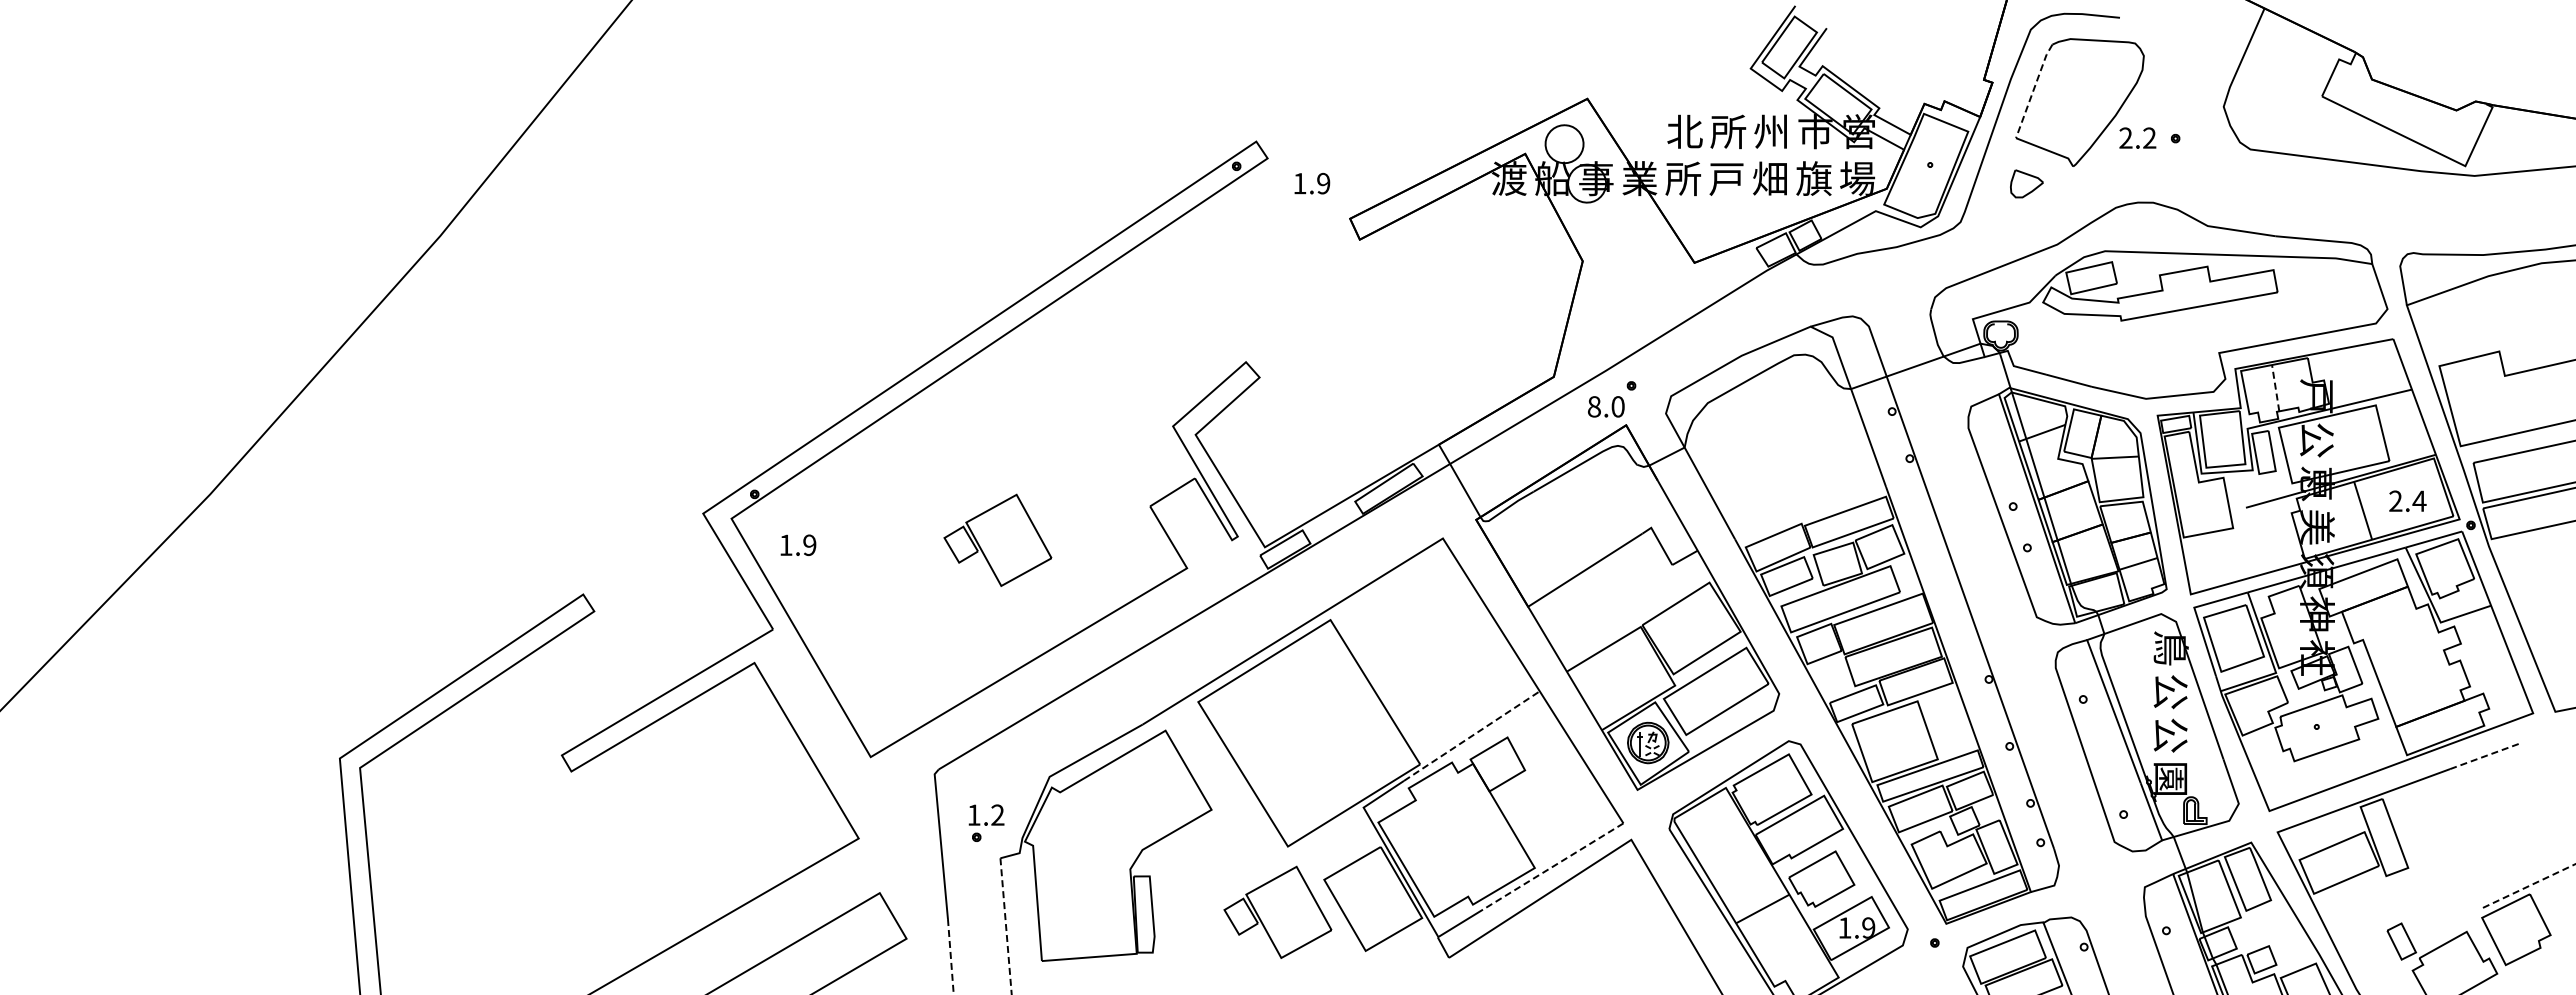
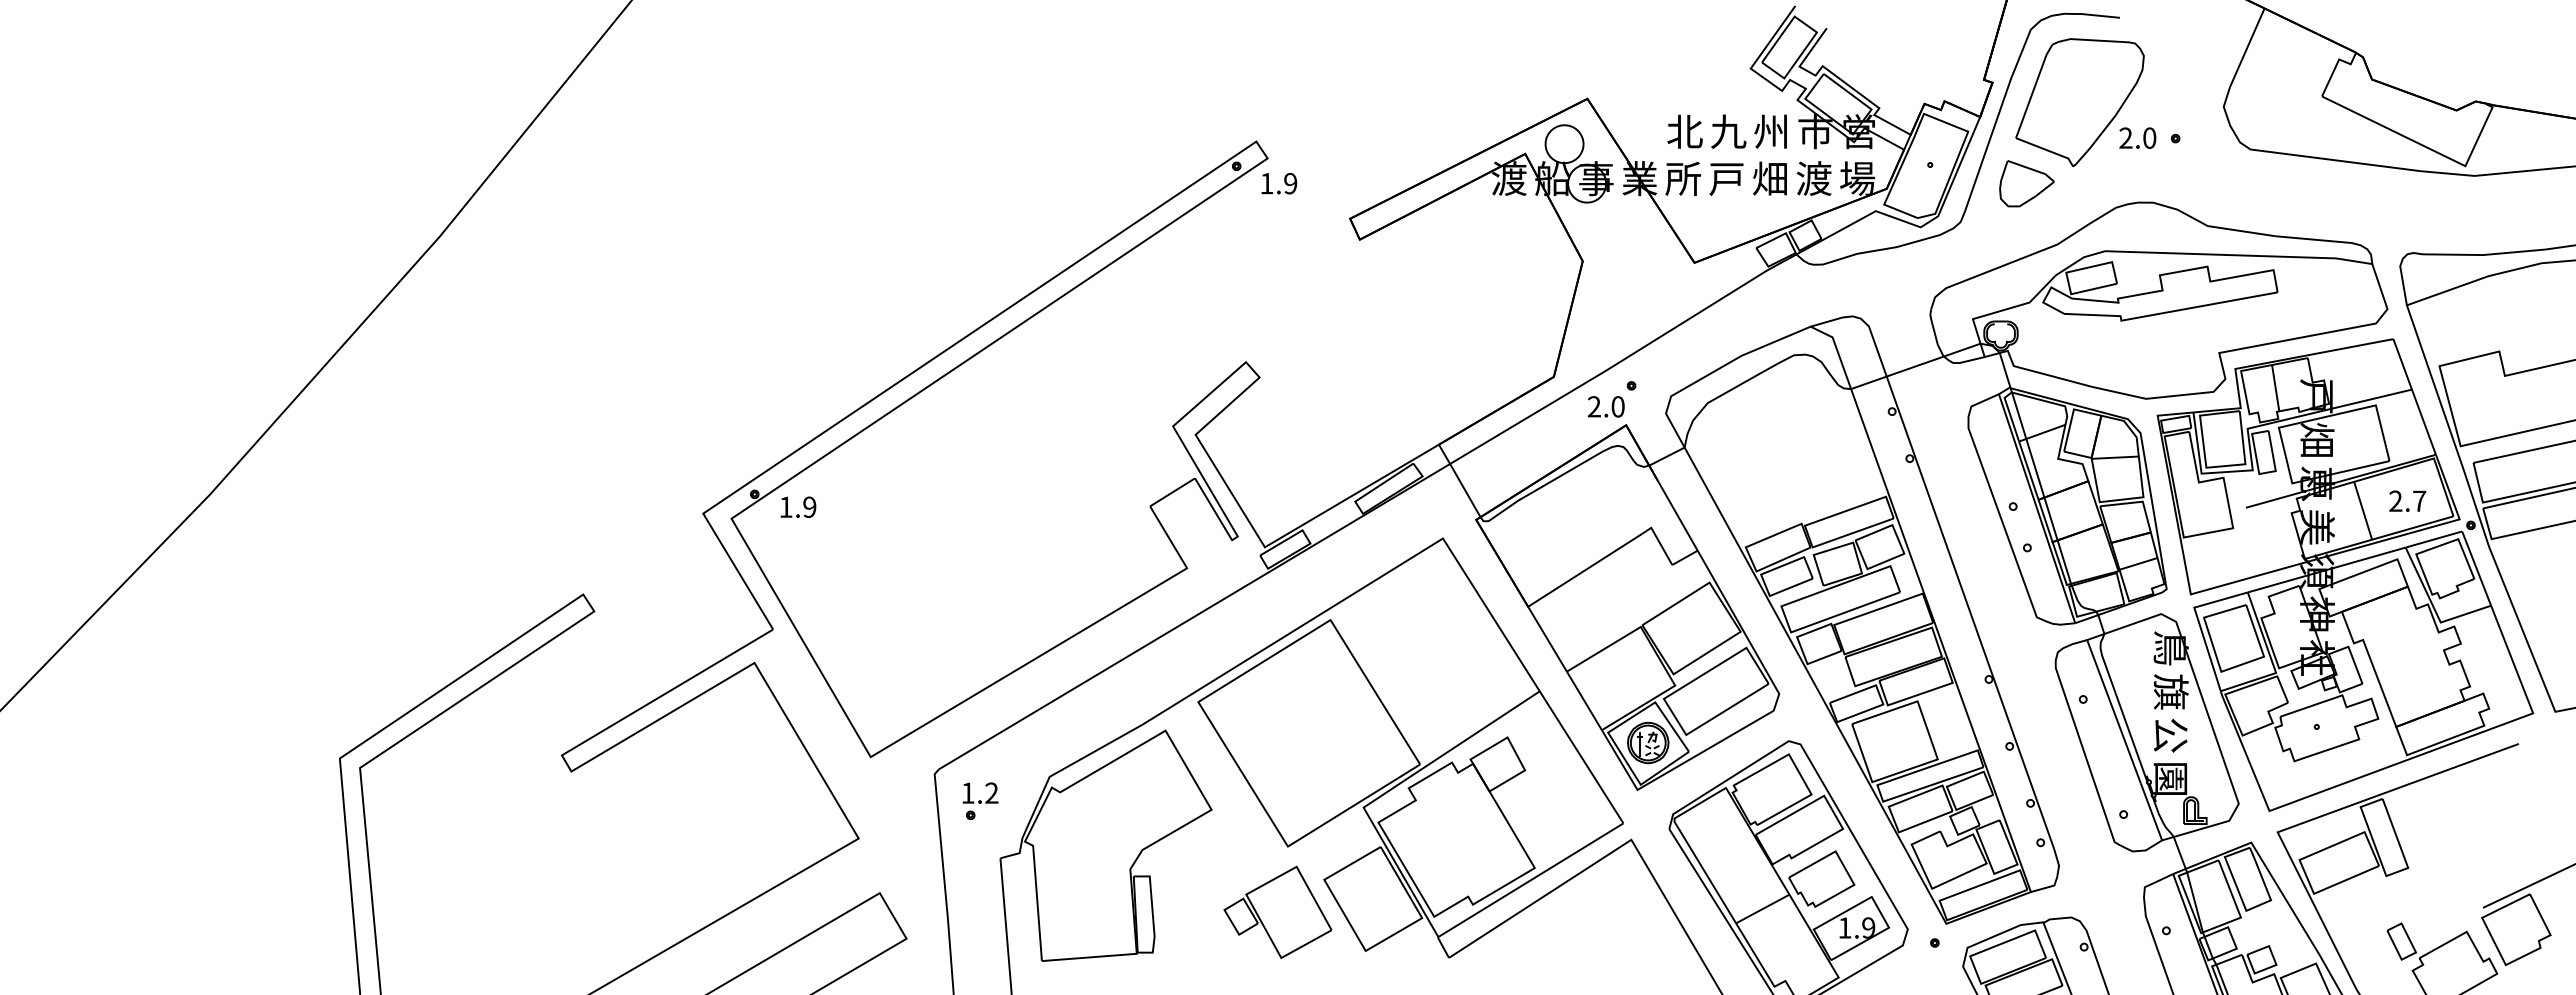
line at (2033, 90): dashed -> solid
text at (1728, 131): 所 -> 九
text at (2149, 137): 2.2 -> 2.0
text at (1813, 178): 旗 -> 渡
text at (1312, 183) position: (1312, 183) -> (1279, 183)
part at (2026, 183) size: 34x30 px -> 56x48 px
line at (2275, 387): dashed -> solid
text at (1593, 406): 8.0 -> 2.0
text at (2317, 439): 公 -> 畑
text at (2419, 500): 2.4 -> 2.7
part at (997, 539): present -> none
text at (798, 544) position: (798, 544) -> (798, 506)
text at (2170, 691): 公 -> 旗
line at (1472, 735): dashed -> solid
line at (2484, 756): dashed -> solid
part at (986, 822) position: (986, 822) -> (980, 800)
line at (1552, 866): dashed -> solid
line at (2529, 886): dashed -> solid
line at (1006, 926): dashed -> solid
line at (950, 956): dashed -> solid
